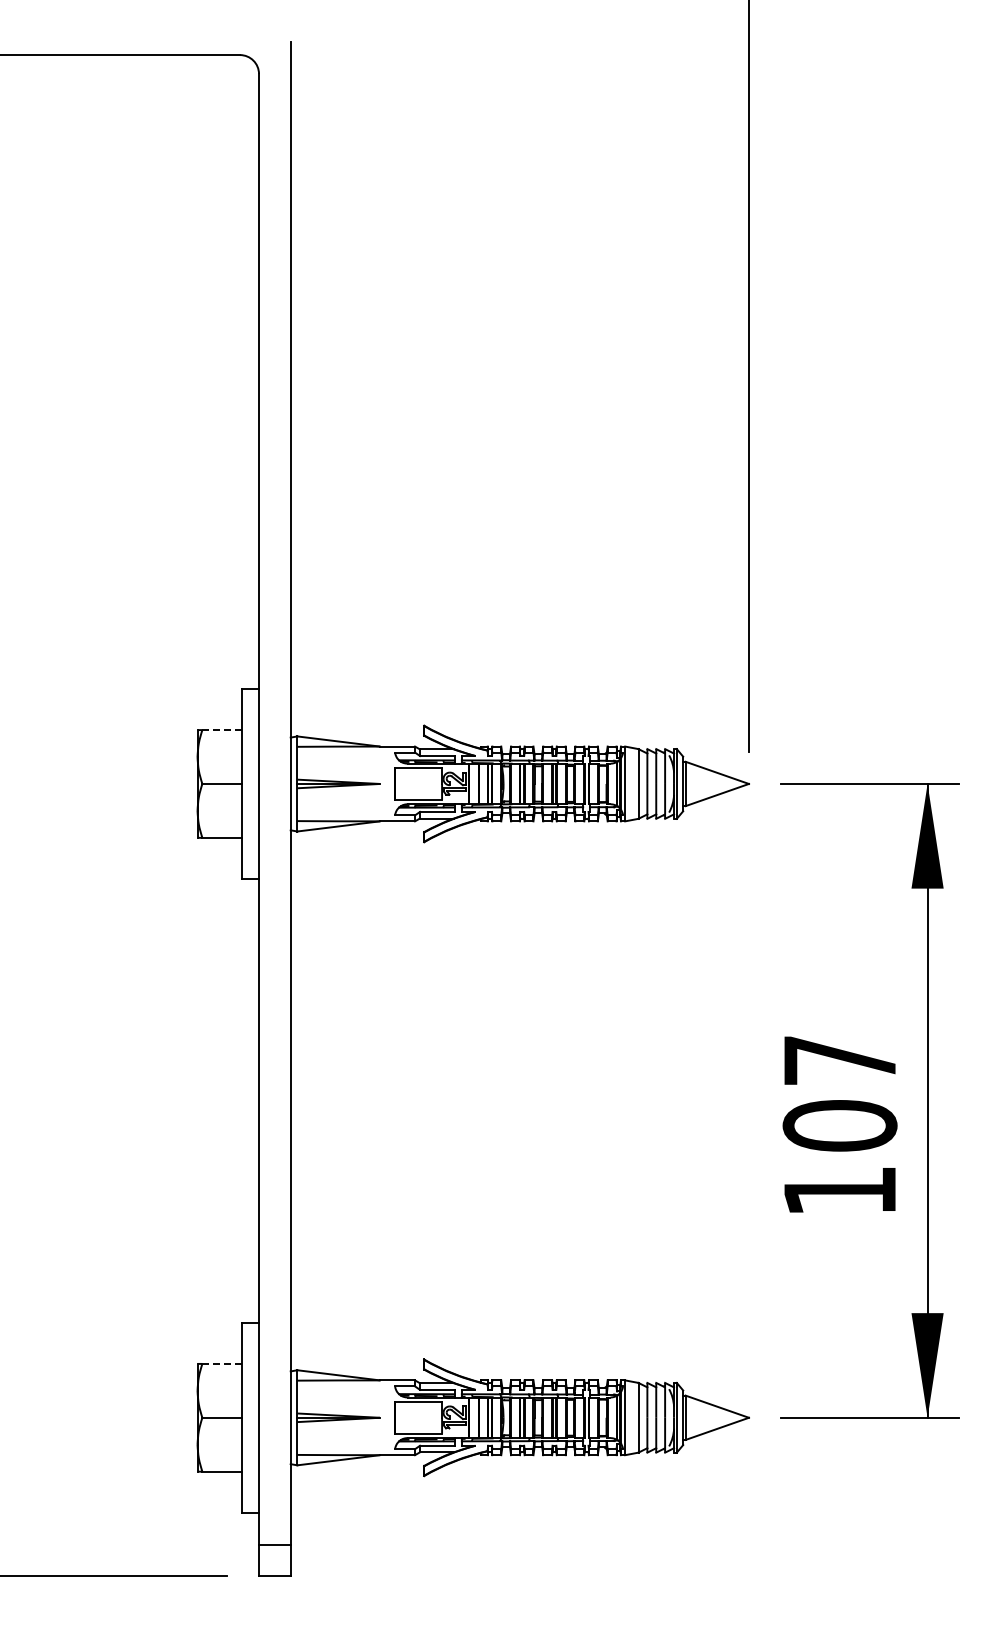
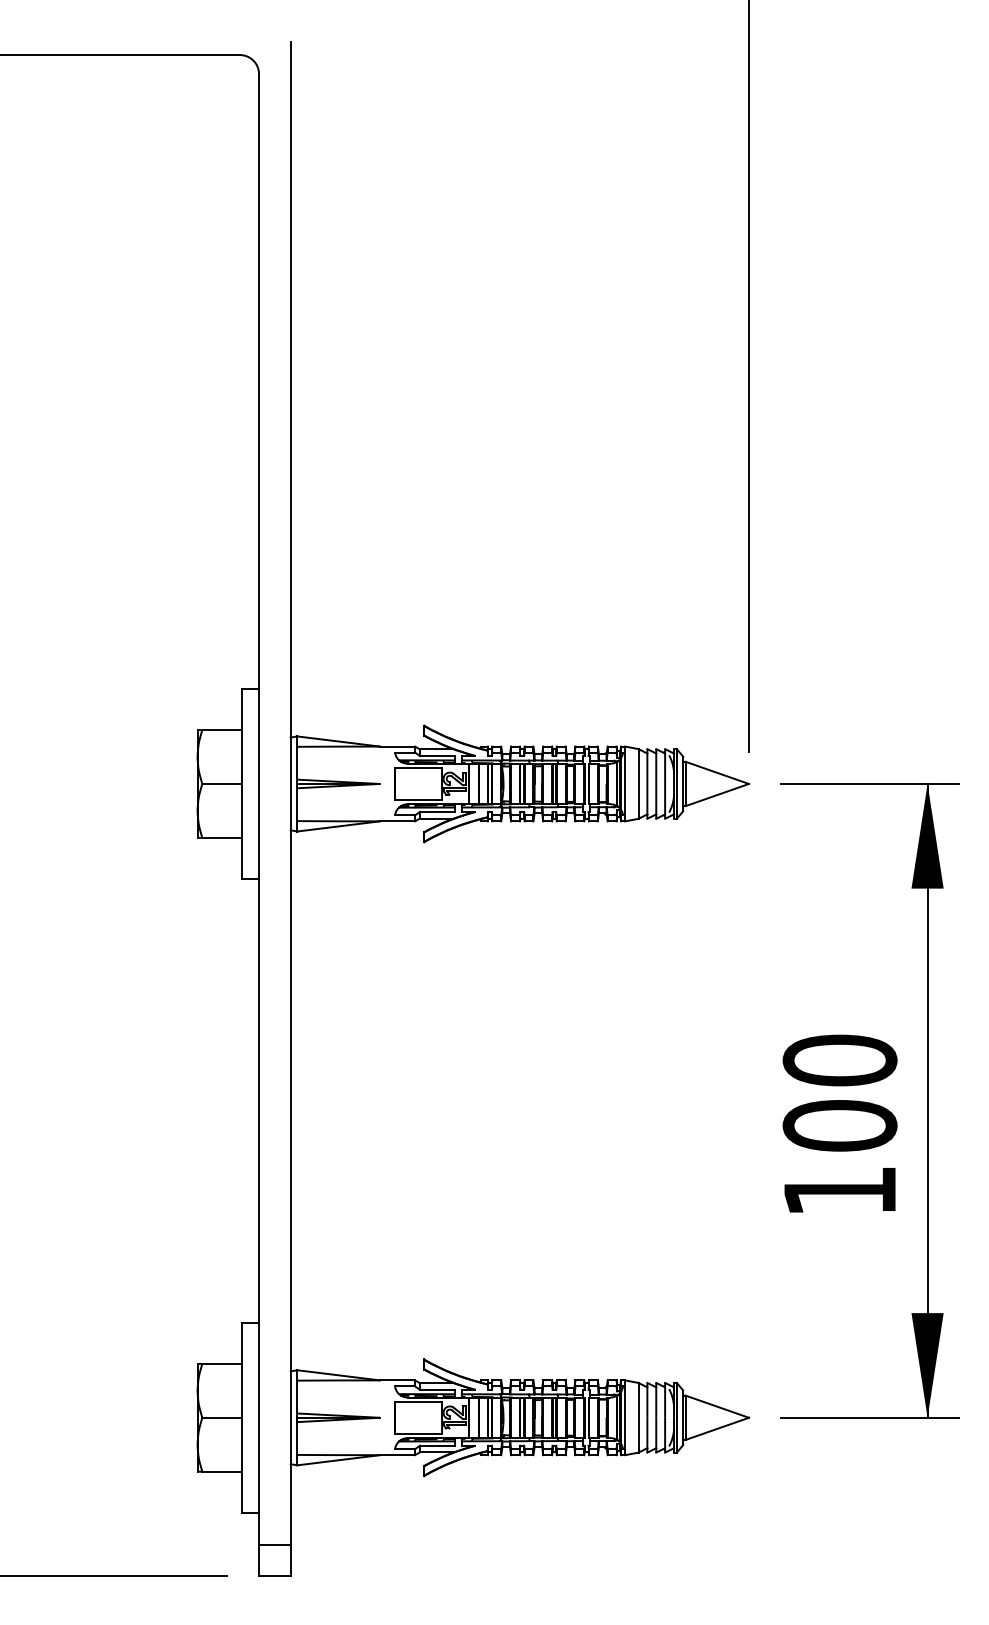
line at (222, 730): dashed -> solid
text at (839, 1060): 107 -> 100
line at (222, 1363): dashed -> solid
